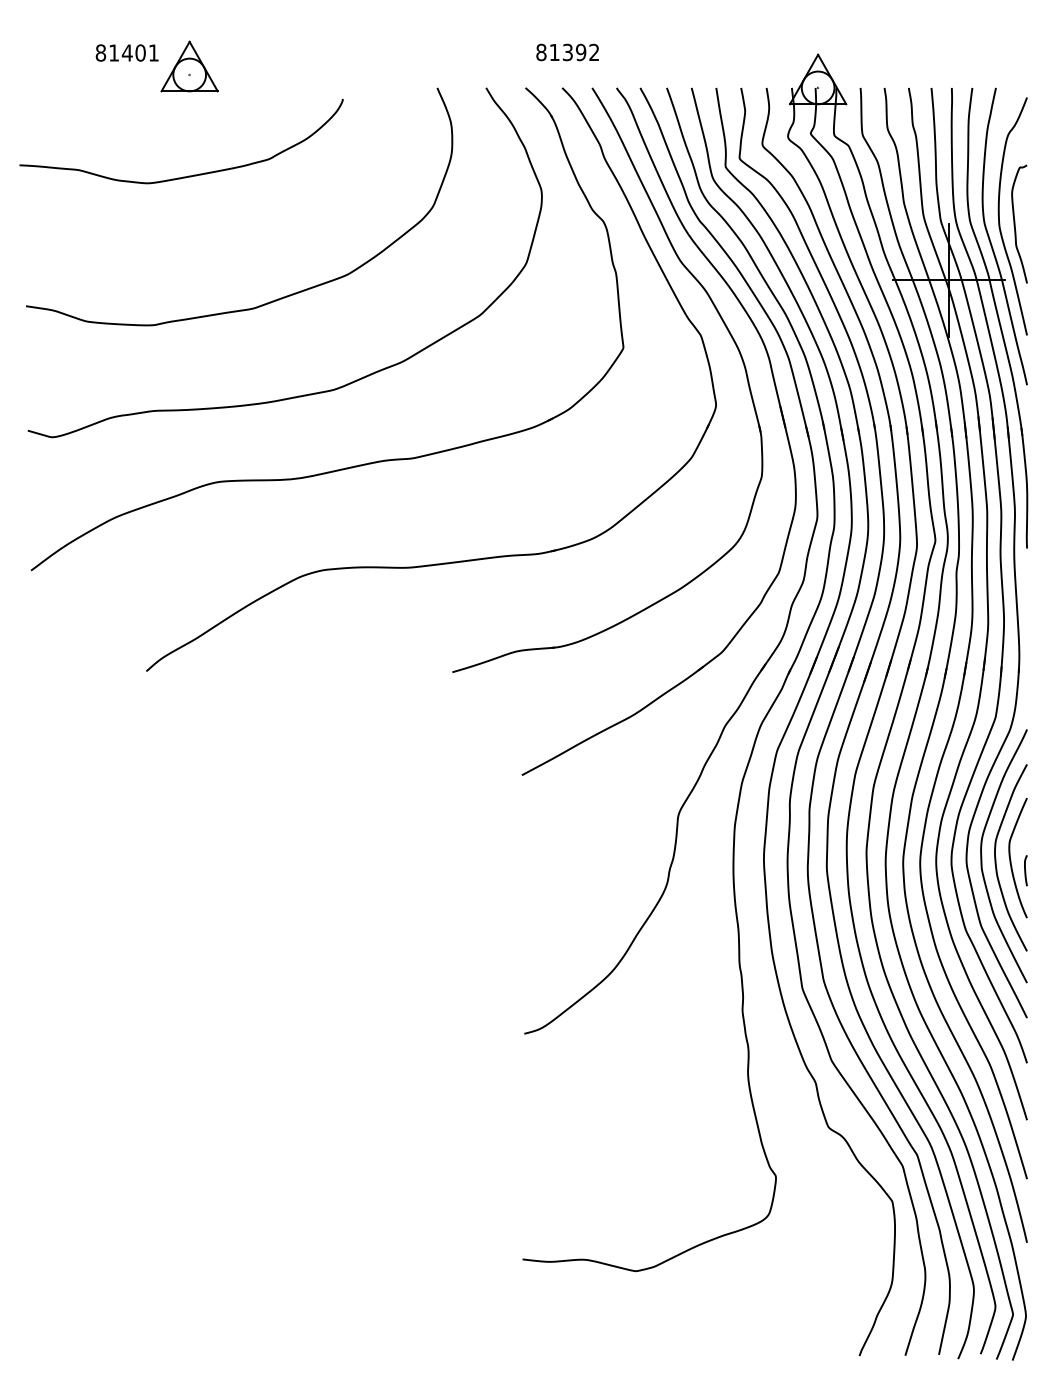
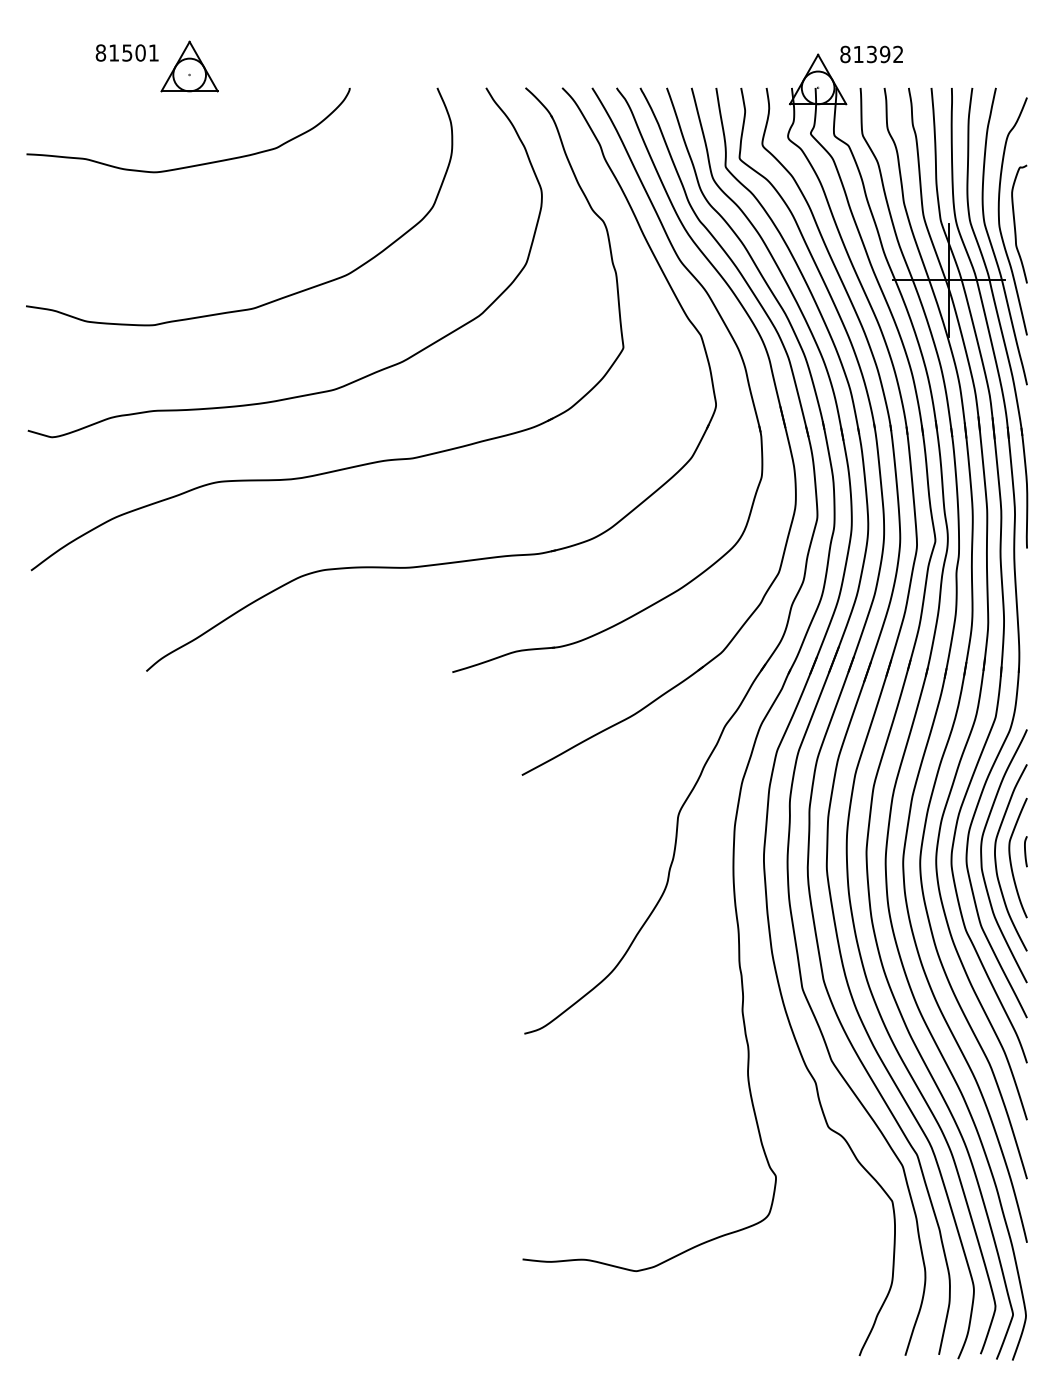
text at (126, 52): 81401 -> 81501
text at (567, 52) position: (567, 52) -> (871, 54)
curve at (188, 175) position: (188, 175) -> (195, 164)
curve at (1025, 870) position: (1025, 870) -> (1025, 851)
